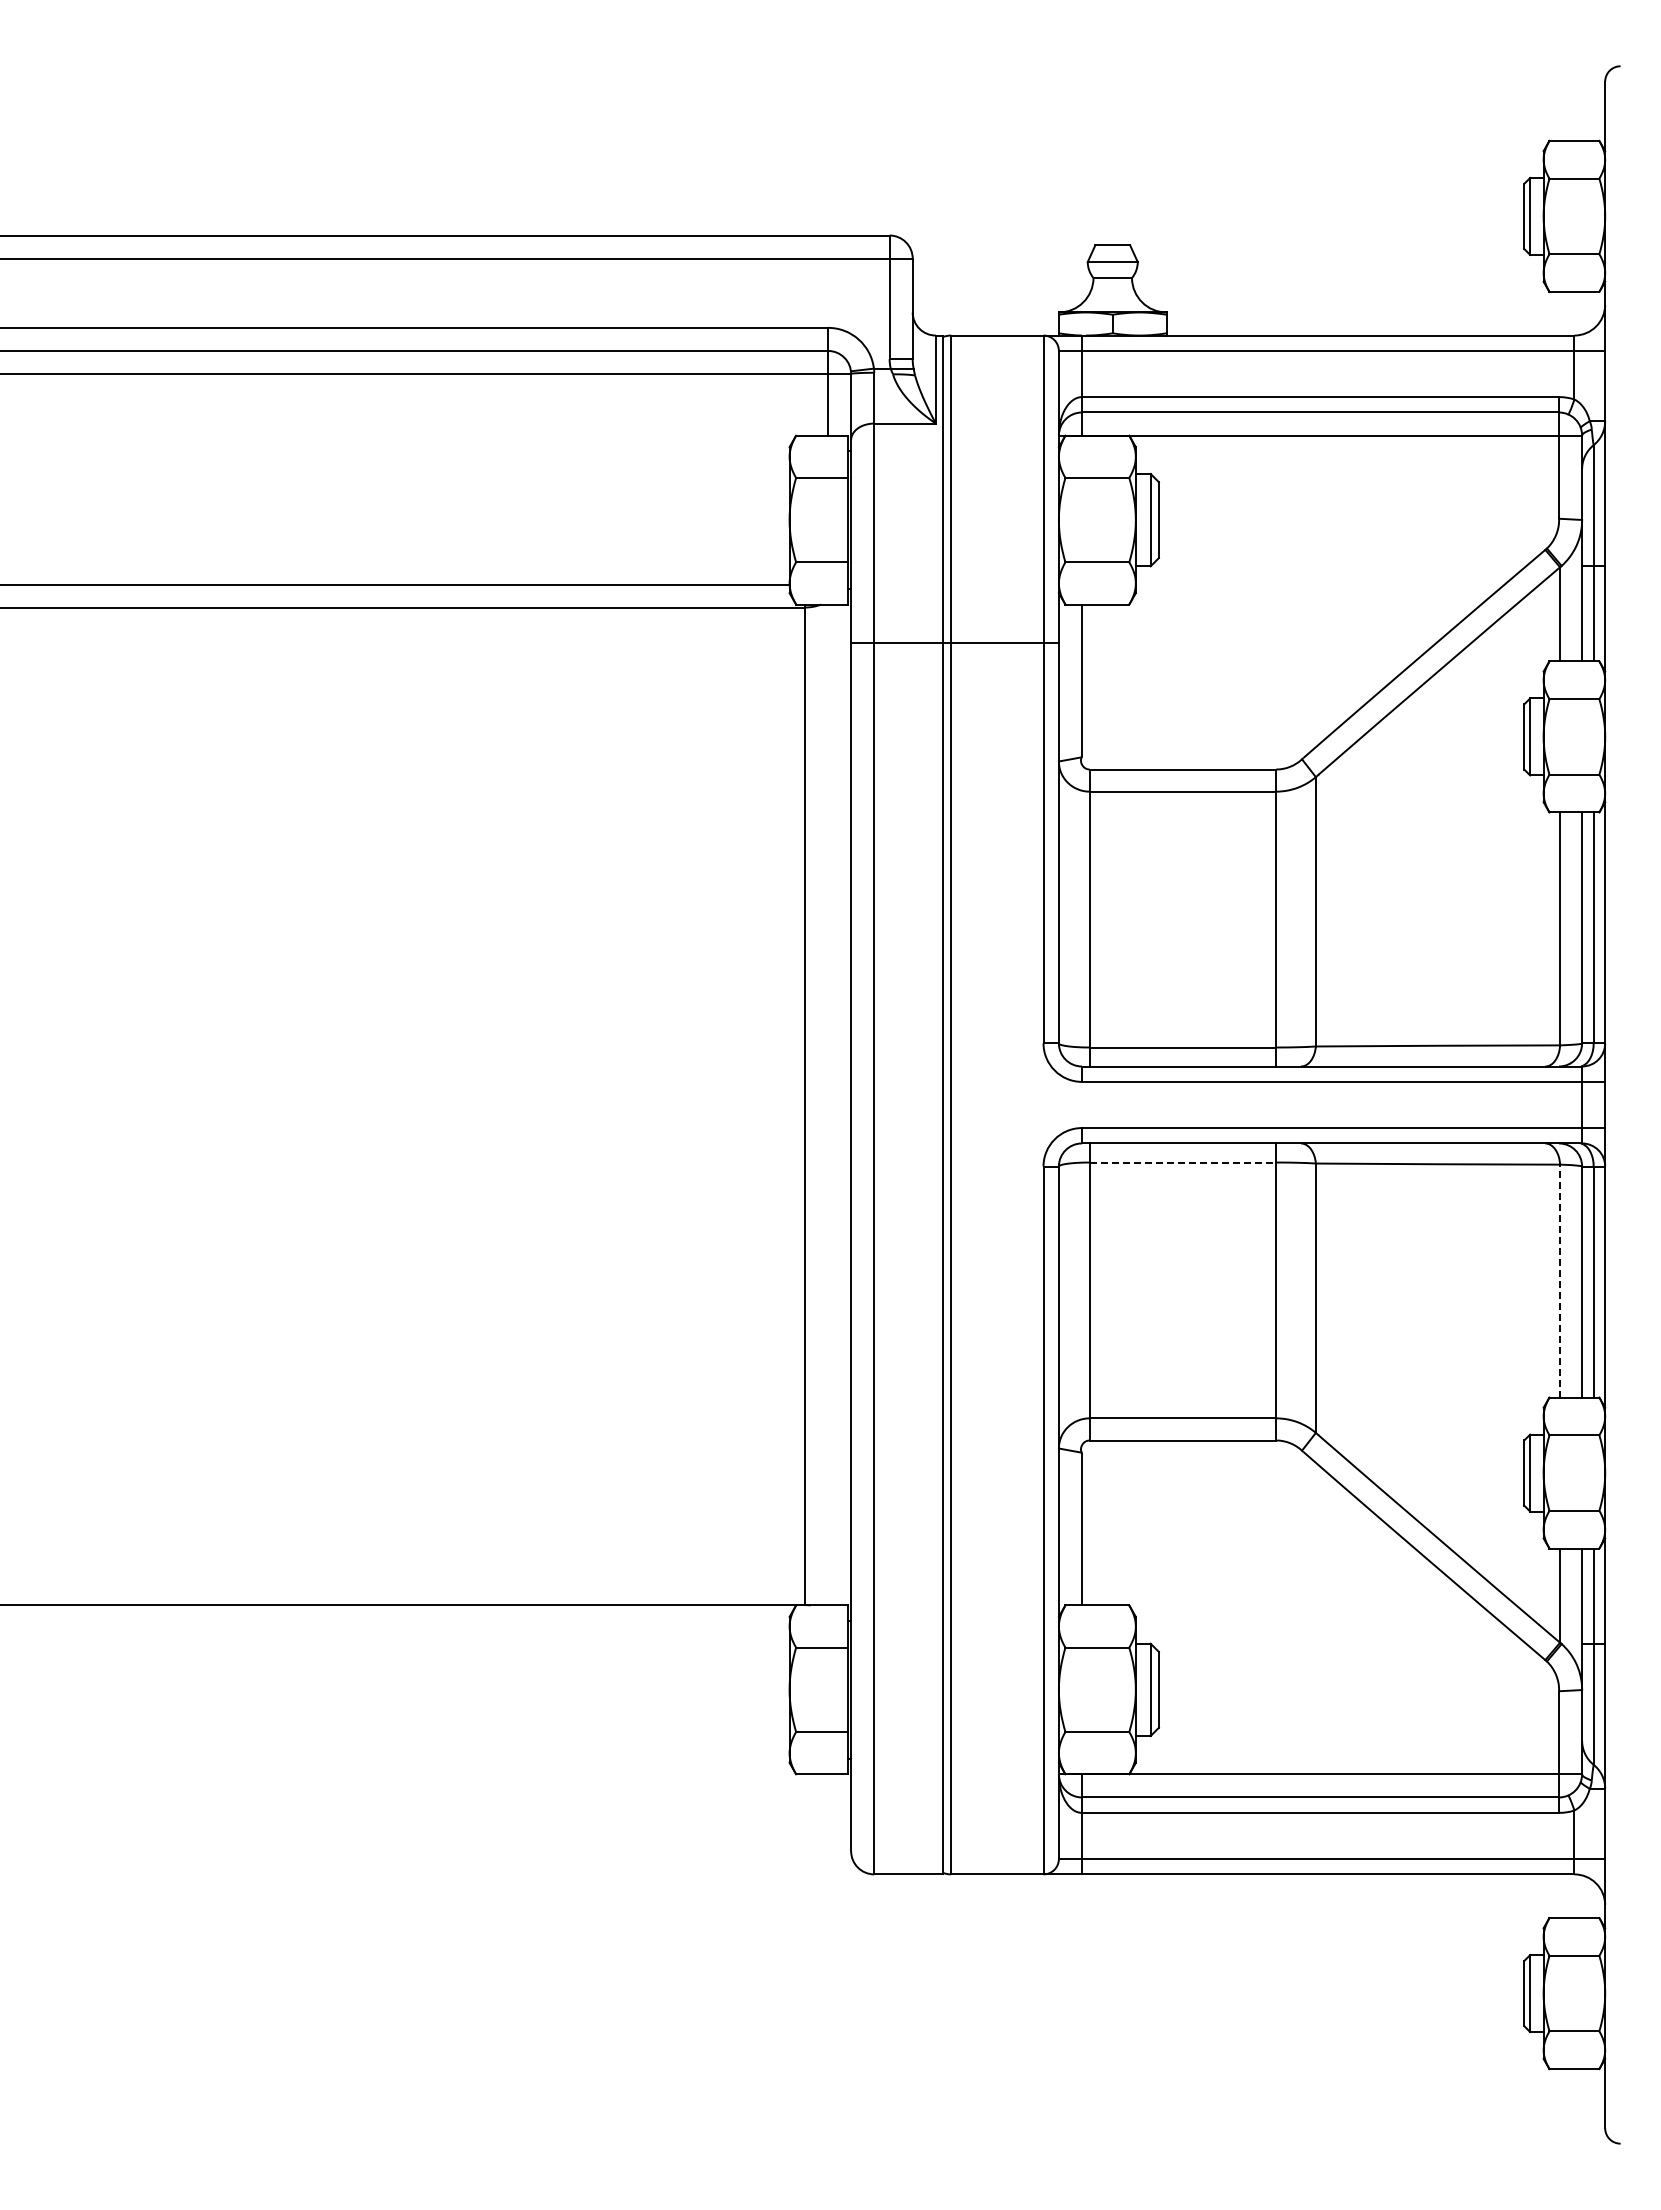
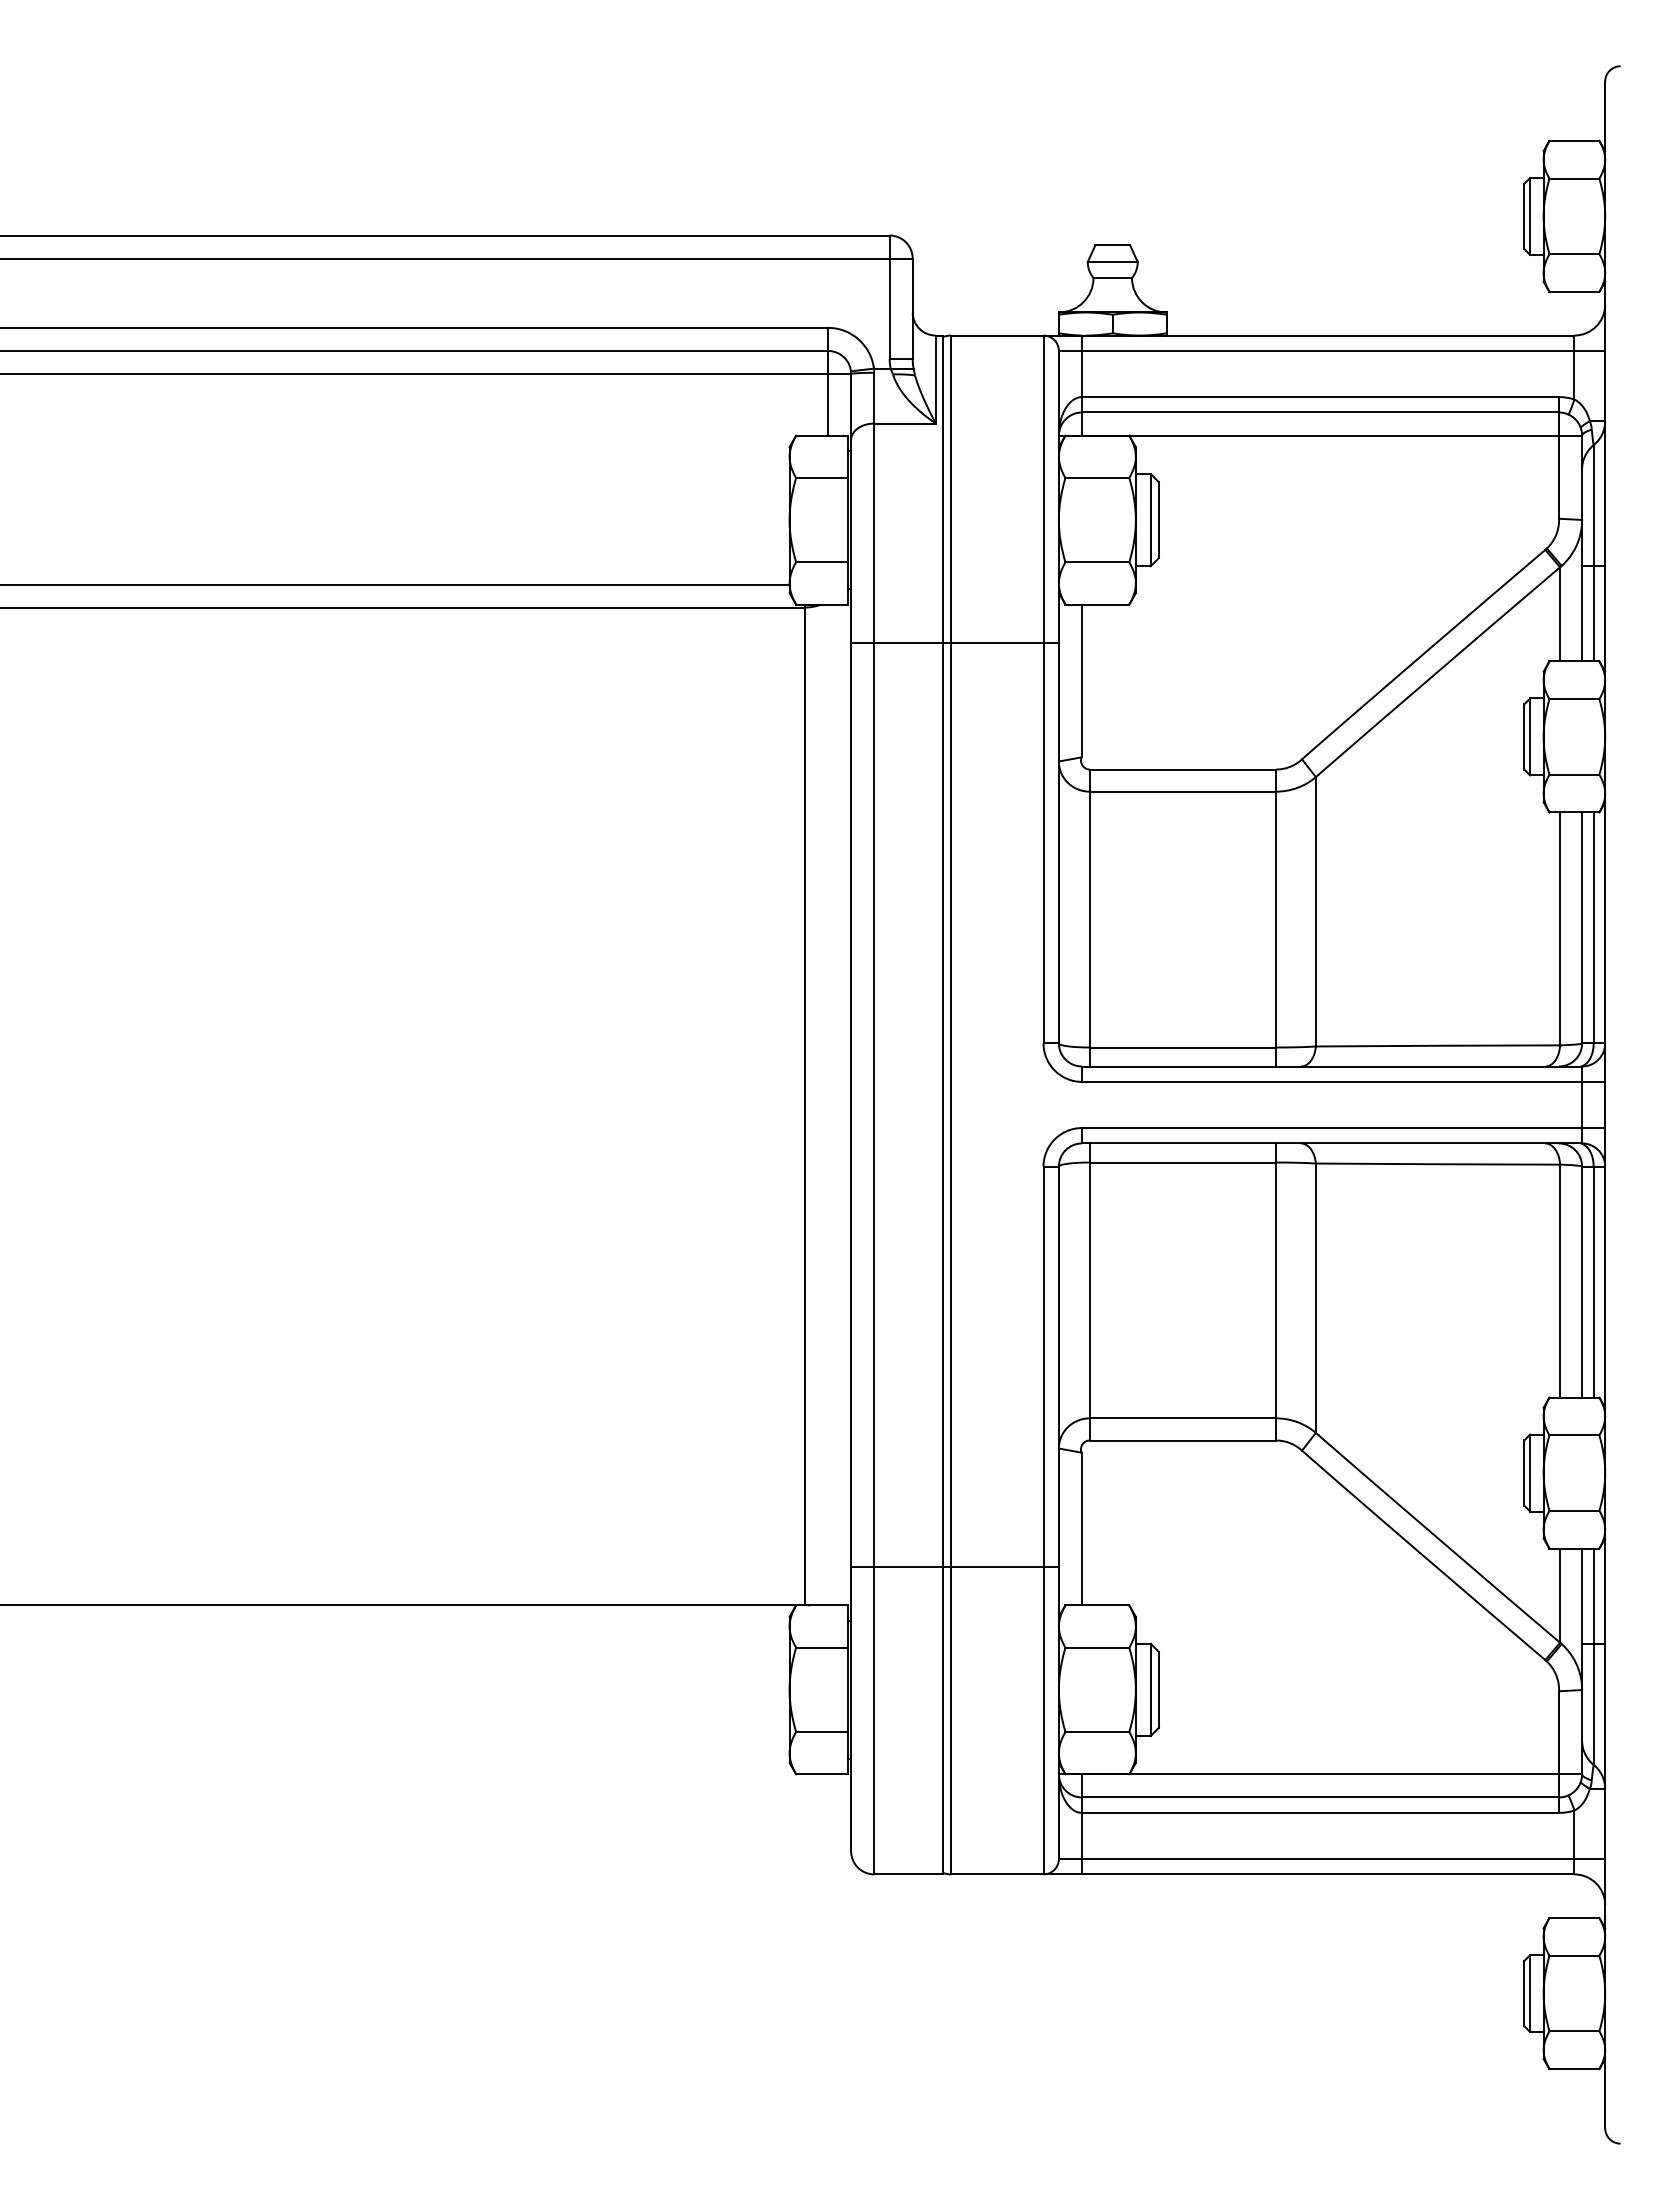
line at (1183, 1162): dashed -> solid
line at (1560, 1280): dashed -> solid
line at (954, 1566): none -> present
